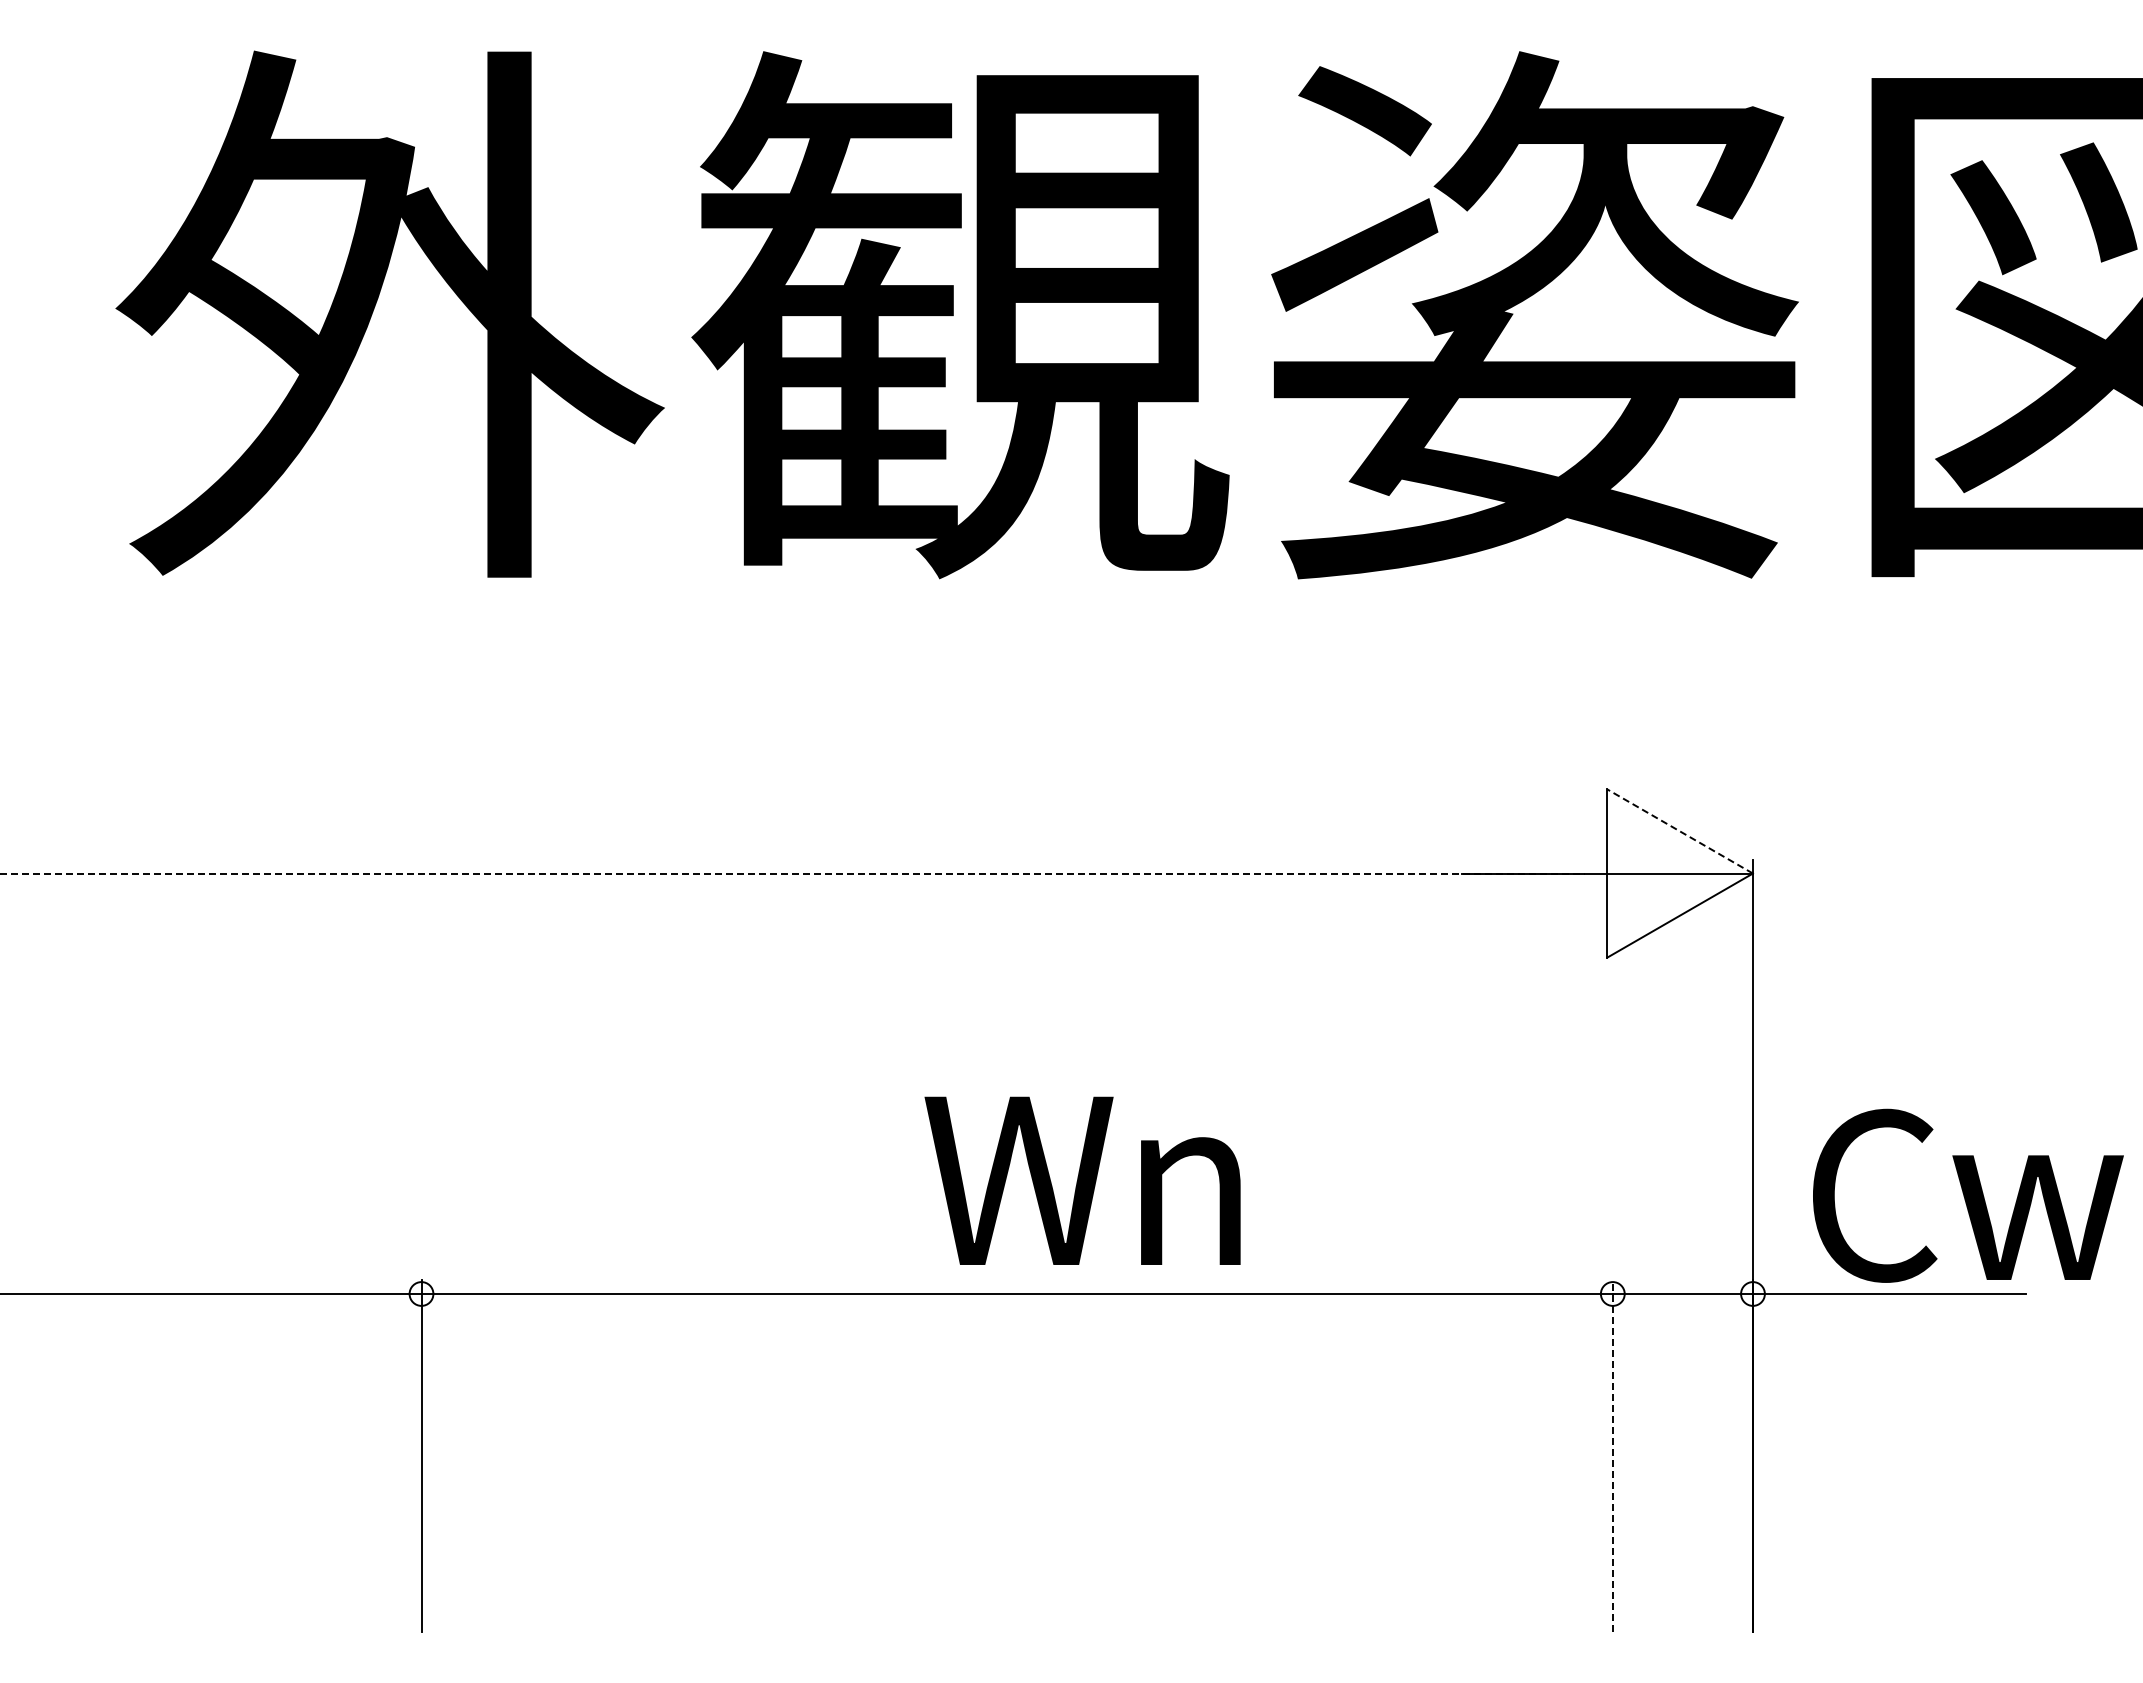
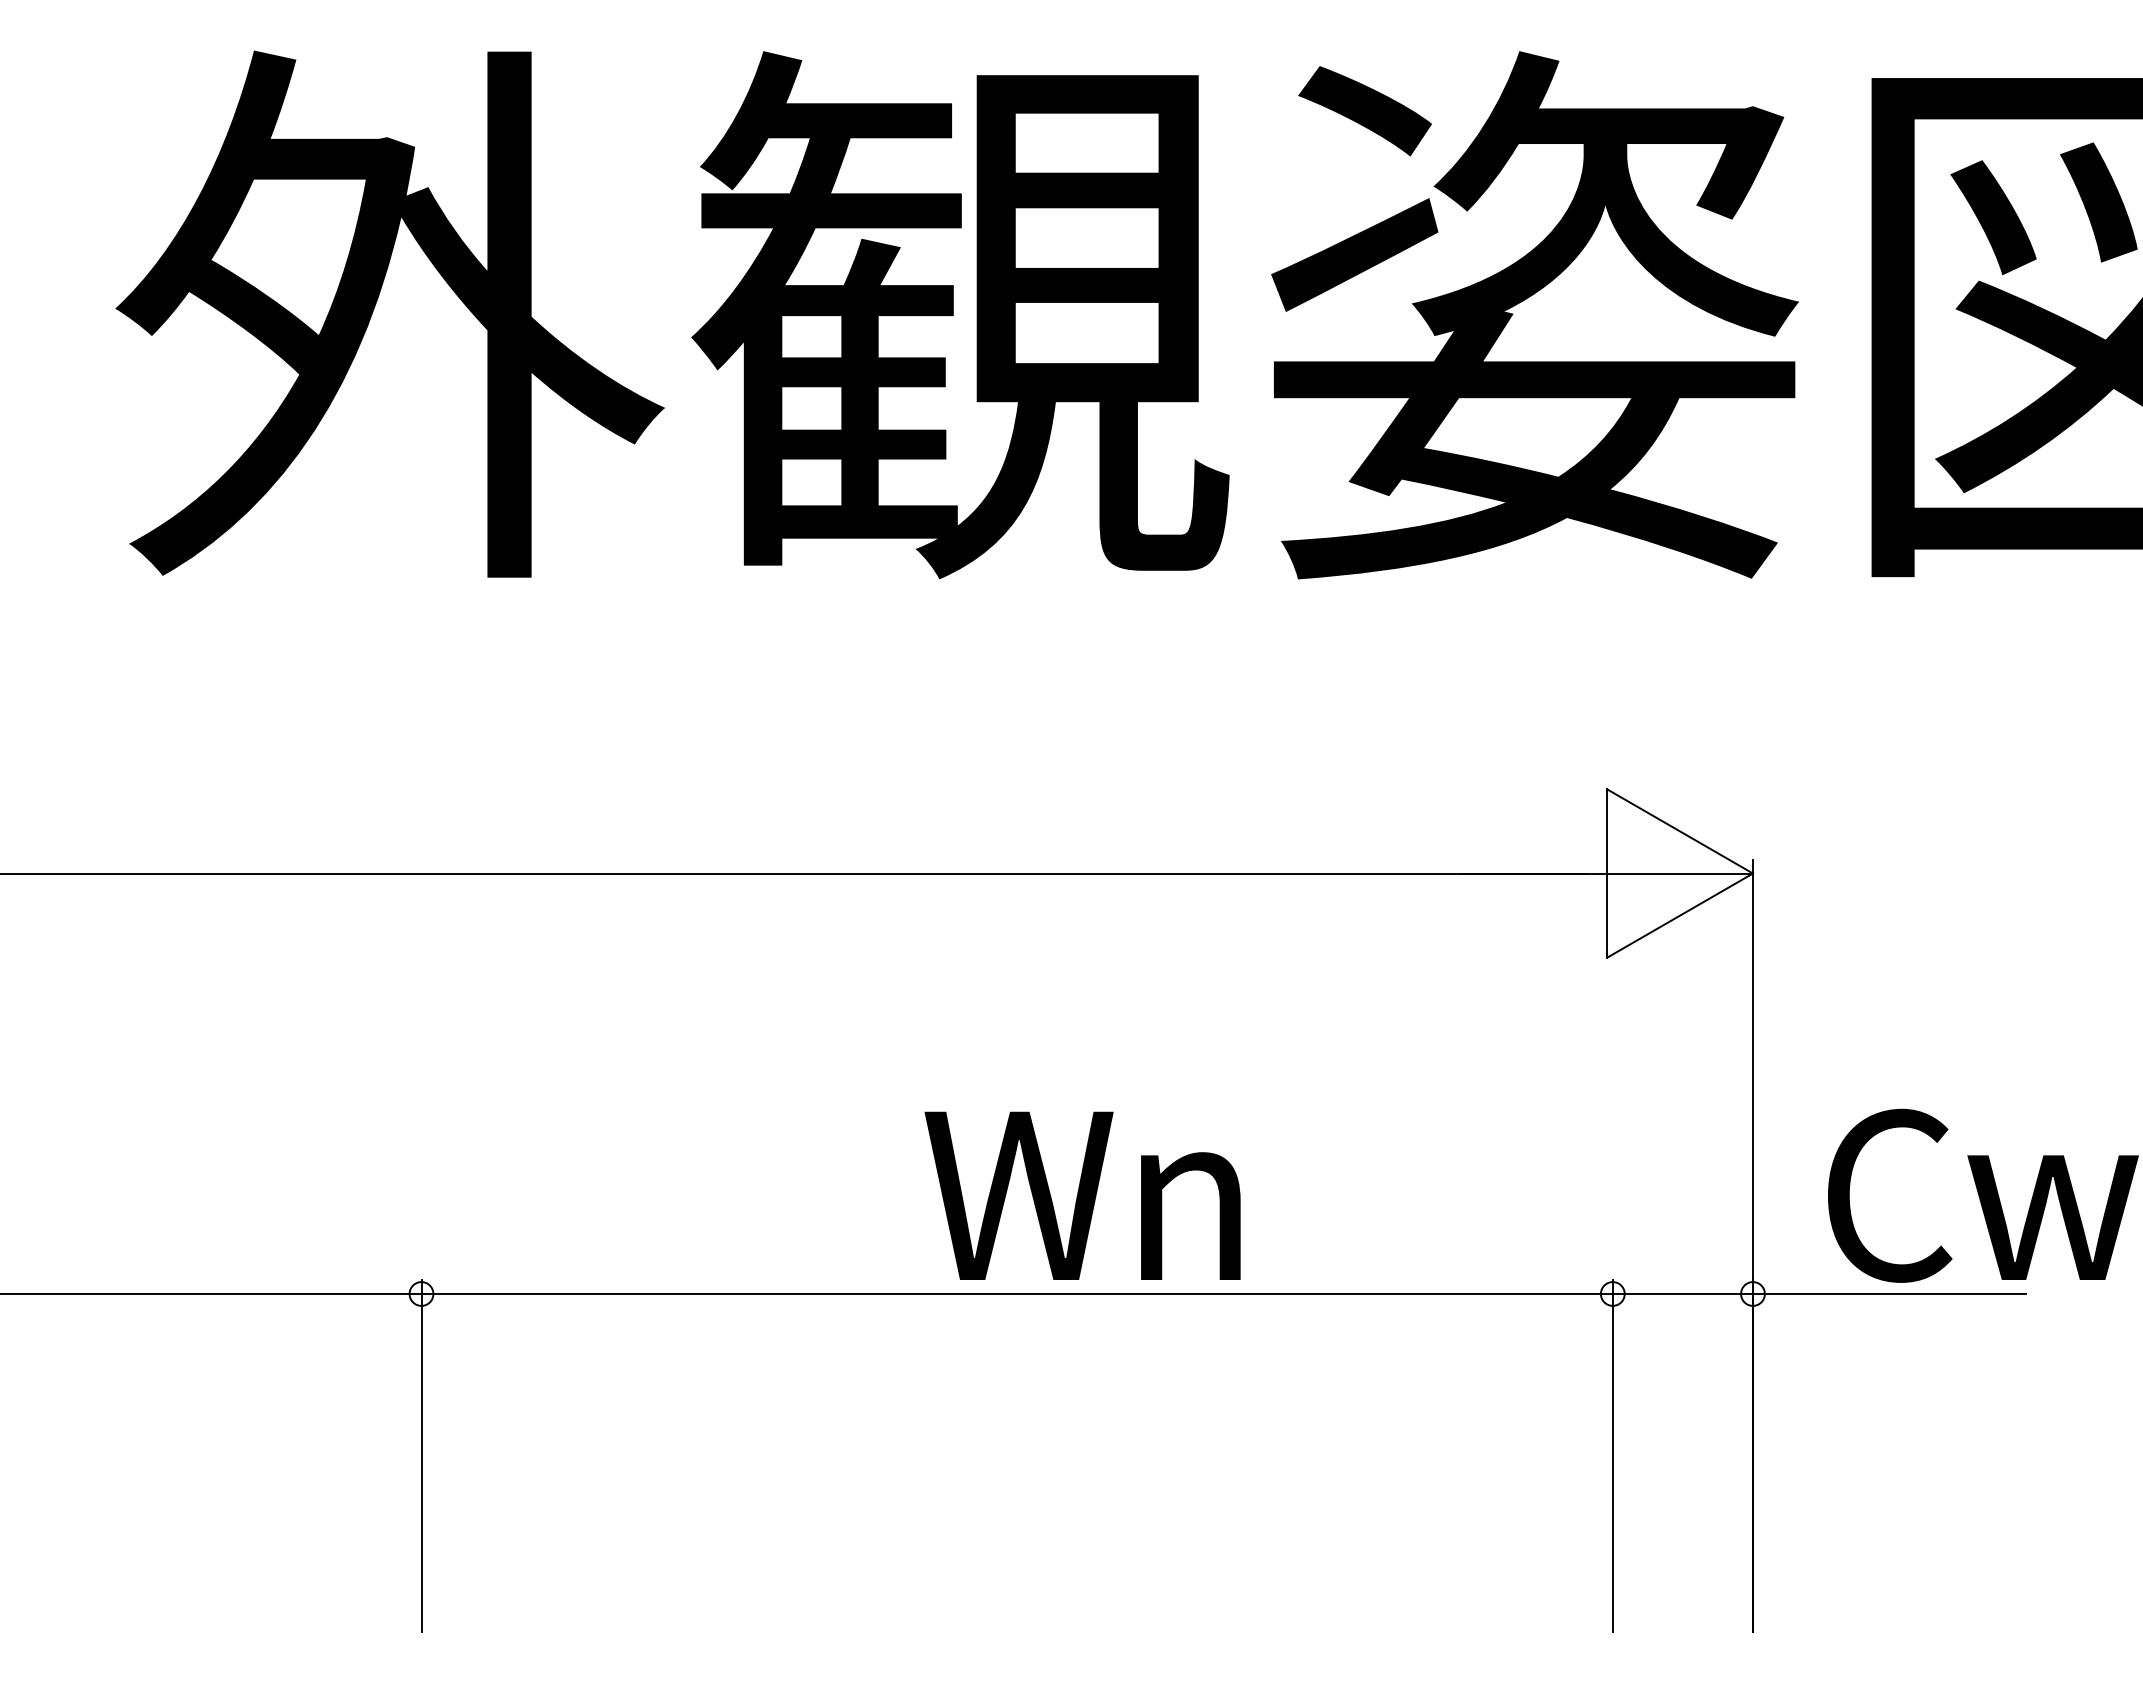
line at (1679, 831): dashed -> solid
line at (792, 873): dashed -> solid
text at (1082, 1180) position: (1082, 1180) -> (1082, 1195)
text at (1968, 1195) position: (1968, 1195) -> (1983, 1195)
line at (1612, 1455): dashed -> solid
